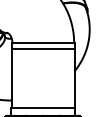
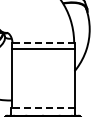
line at (42, 43): solid -> dashed
line at (43, 107): solid -> dashed
